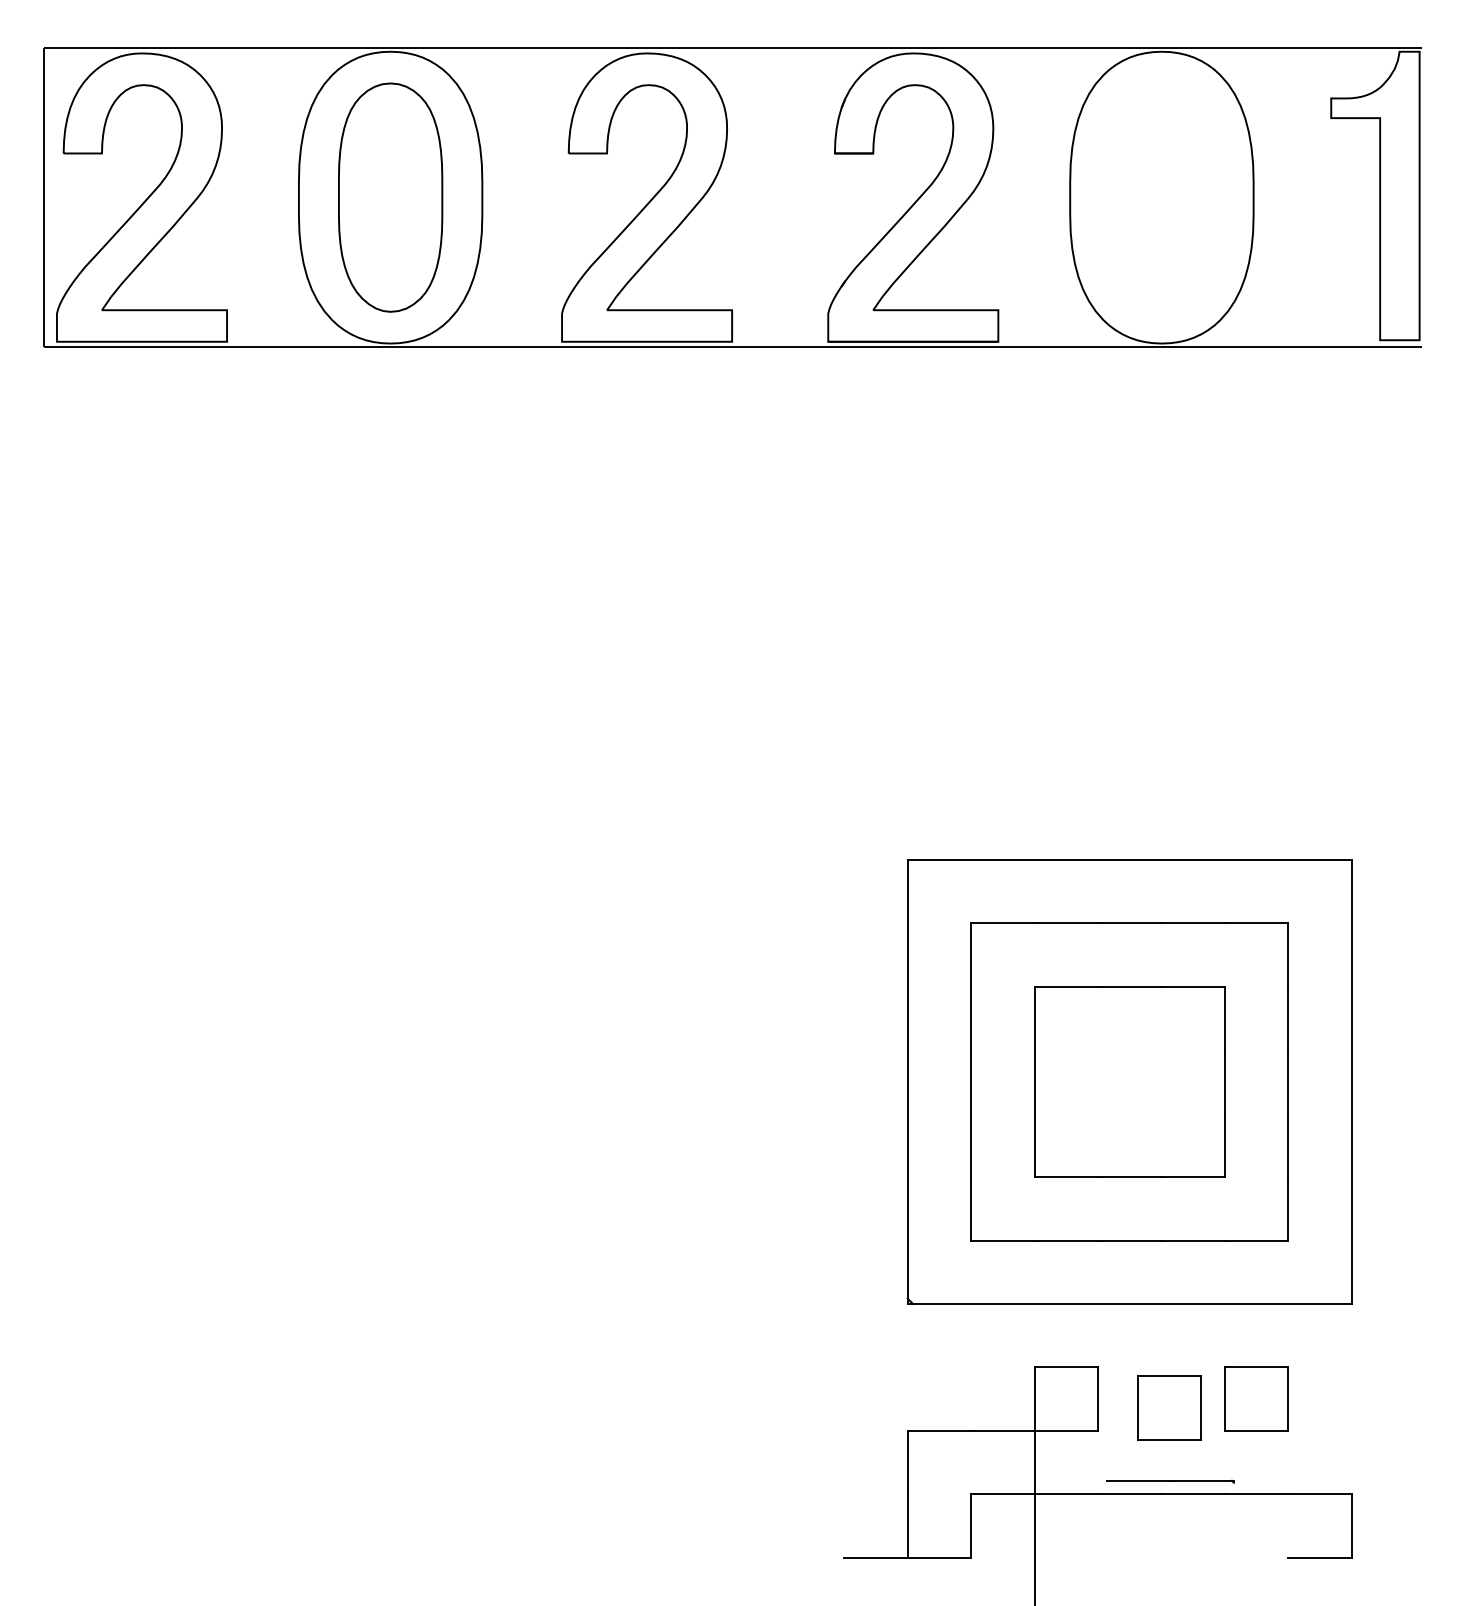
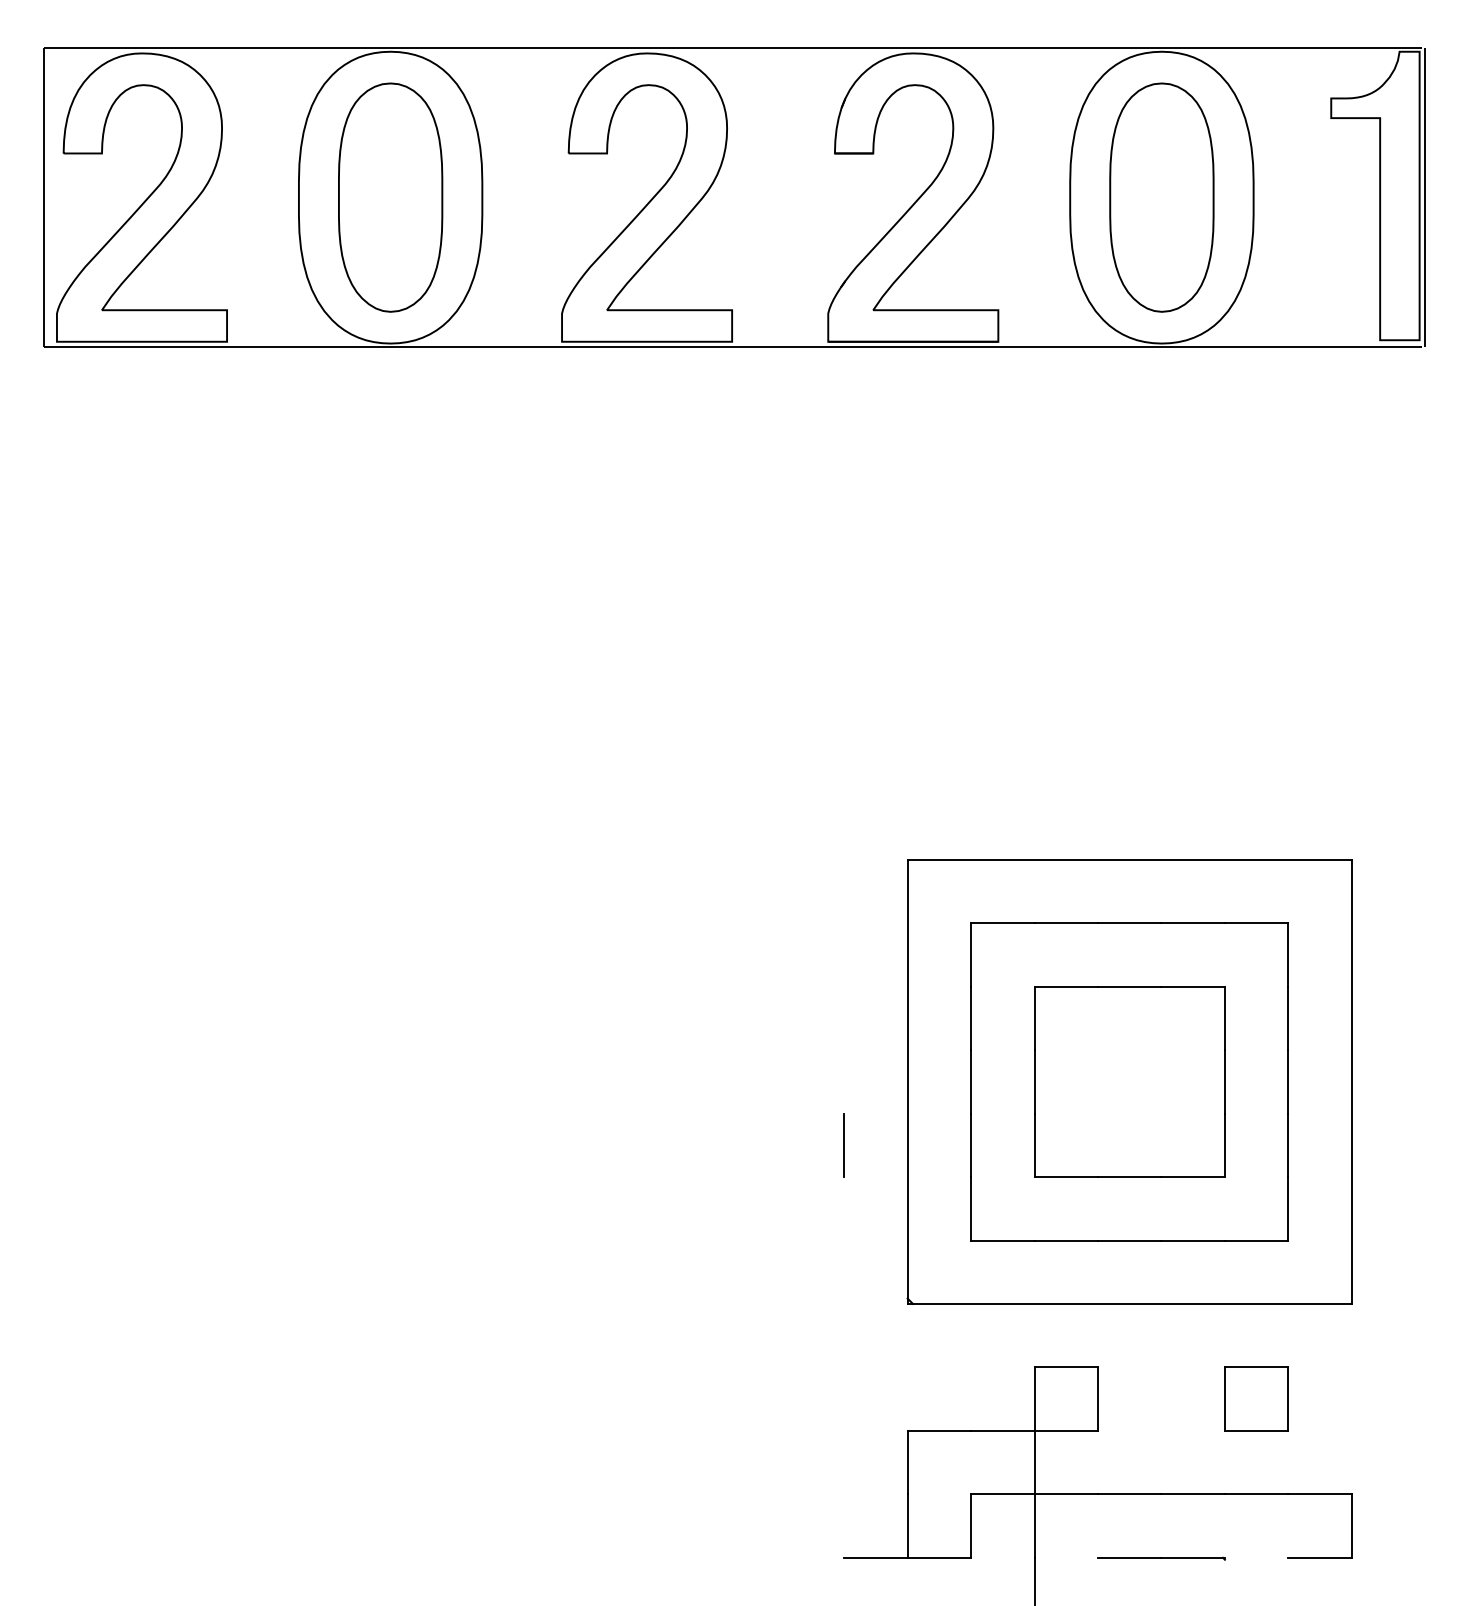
part at (1161, 197): none -> present
line at (1424, 197): none -> present
line at (844, 1145): none -> present
part at (1169, 1407): present -> none
part at (1170, 1481) position: (1170, 1481) -> (1161, 1558)
